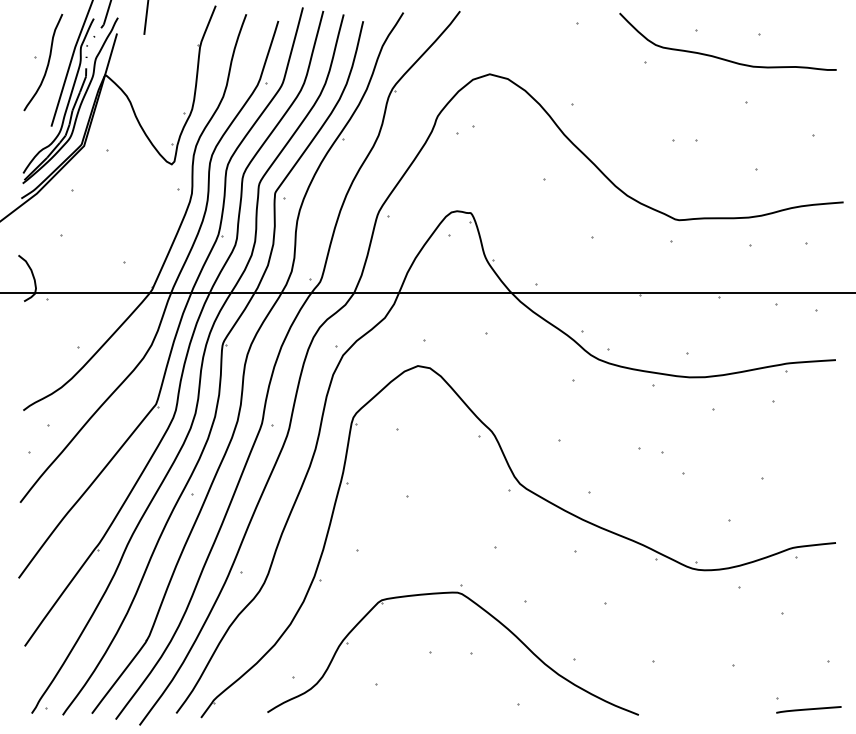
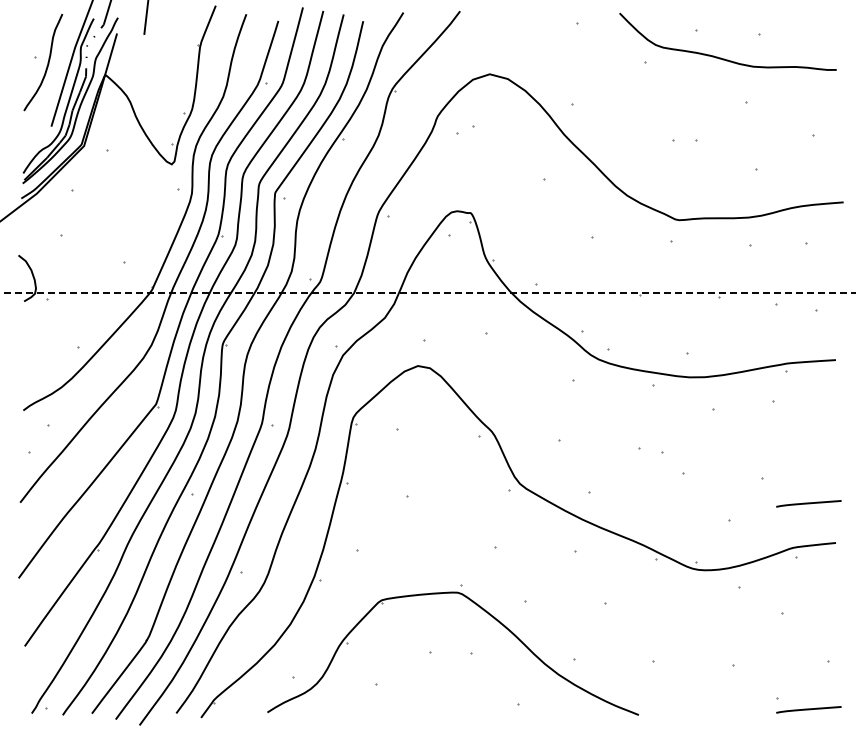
line at (427, 292): solid -> dashed
line at (808, 503): none -> present
